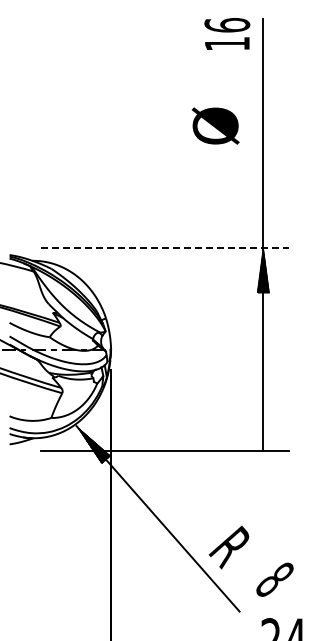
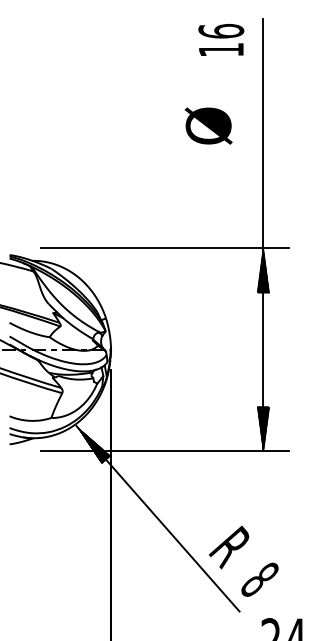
text at (227, 33) position: (227, 33) -> (221, 39)
text at (215, 125) position: (215, 125) -> (208, 125)
line at (164, 248): dashed -> solid
hatch at (263, 429): none -> present
text at (274, 579) position: (274, 579) -> (259, 579)
